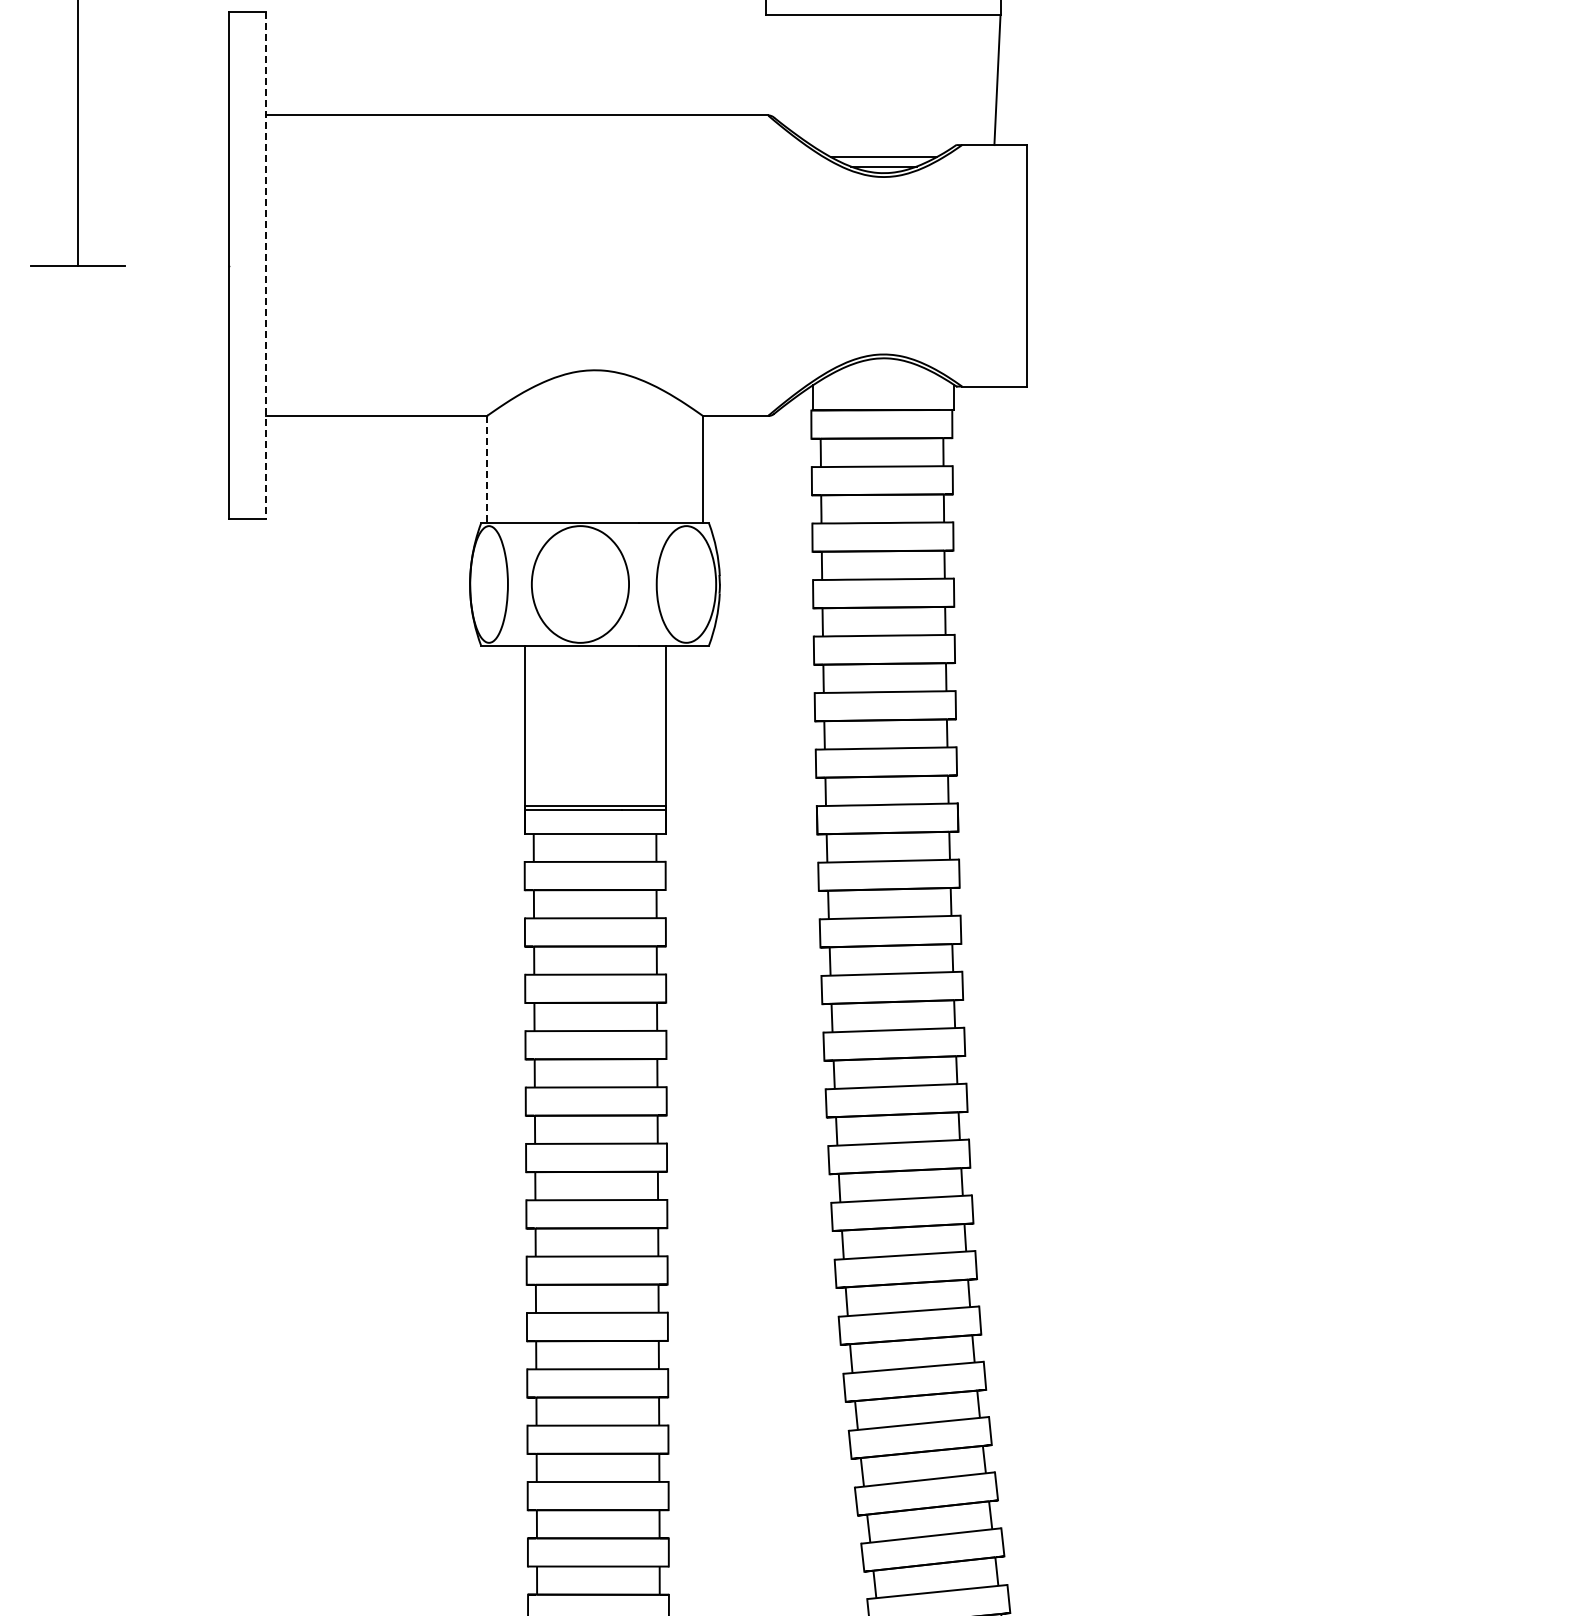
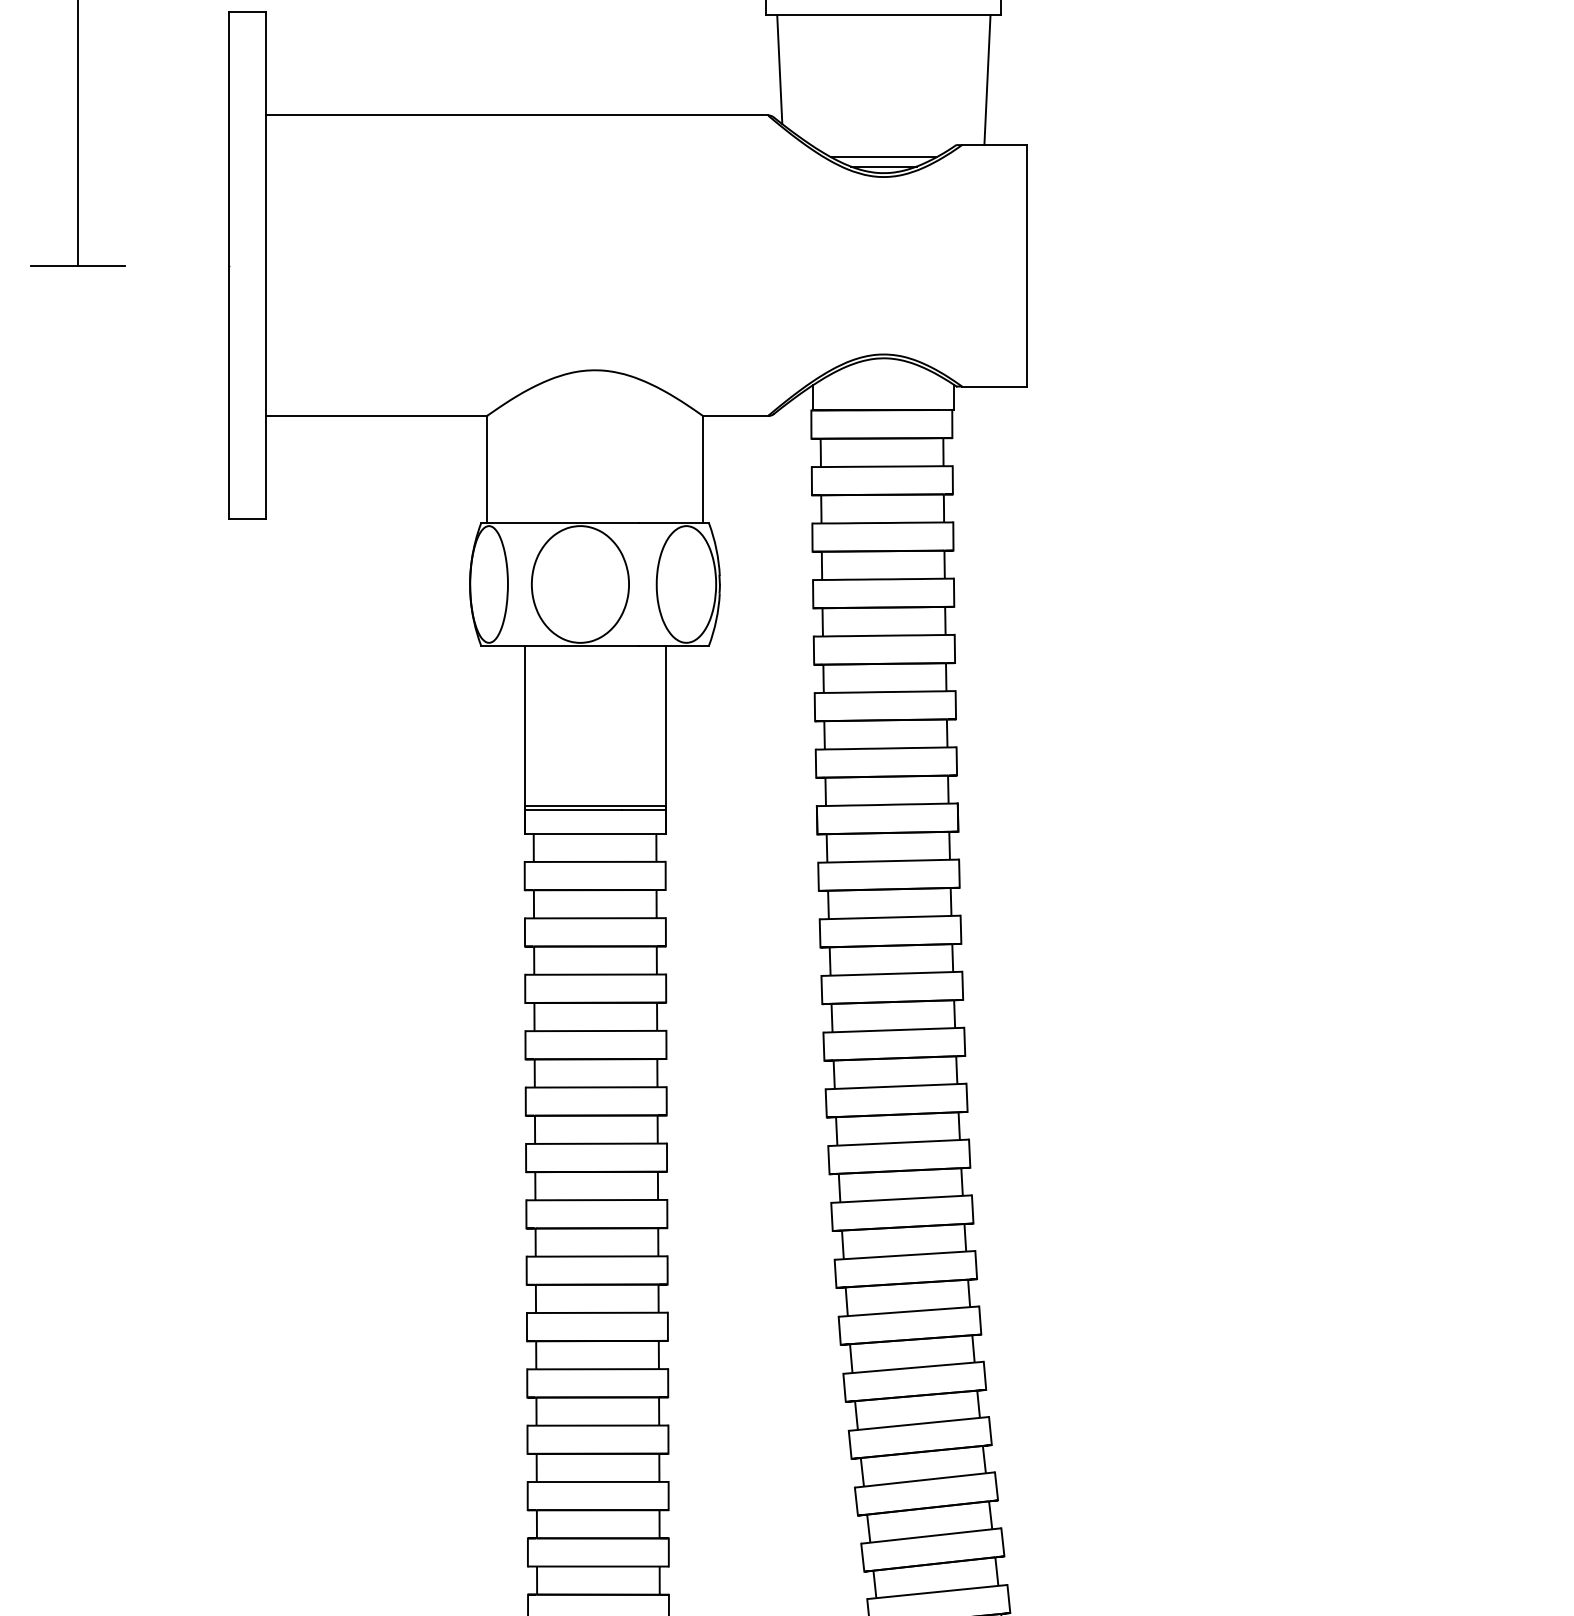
line at (779, 69): none -> present
line at (997, 80) position: (997, 80) -> (987, 80)
line at (266, 265): dashed -> solid
line at (487, 469): dashed -> solid
